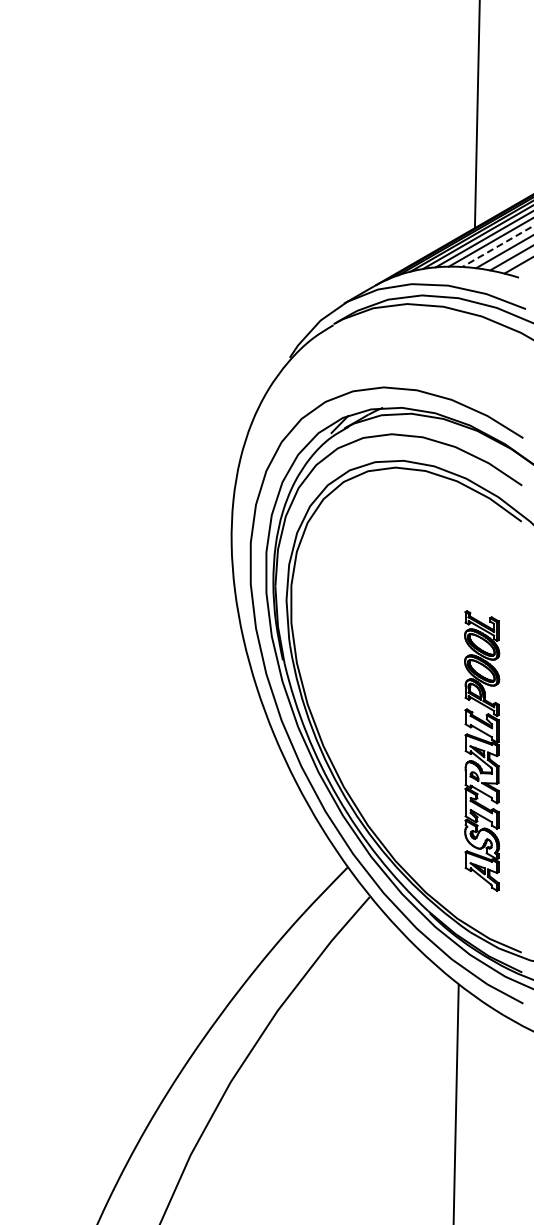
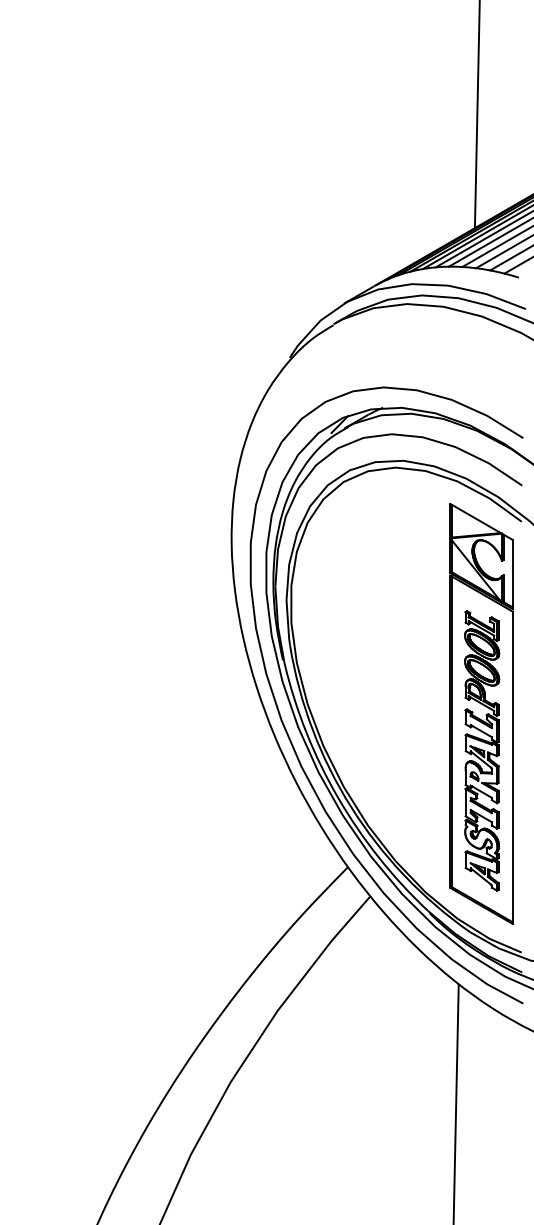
line at (497, 246): dashed -> solid
part at (481, 713): none -> present
